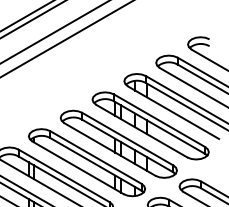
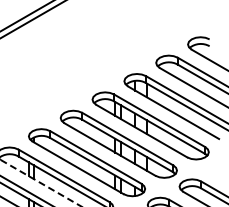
line at (54, 32): present -> none
line at (66, 39): present -> none
line at (41, 183): solid -> dashed
